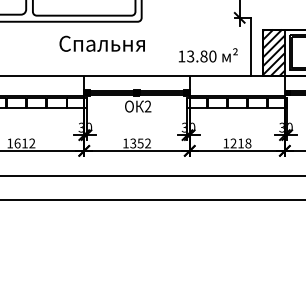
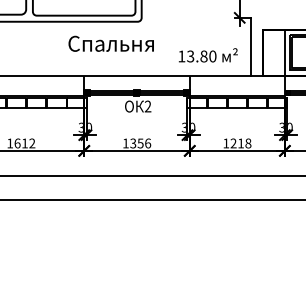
text at (101, 43) position: (101, 43) -> (110, 43)
hatch at (273, 52): present -> none
text at (148, 143): 1352 -> 1356
